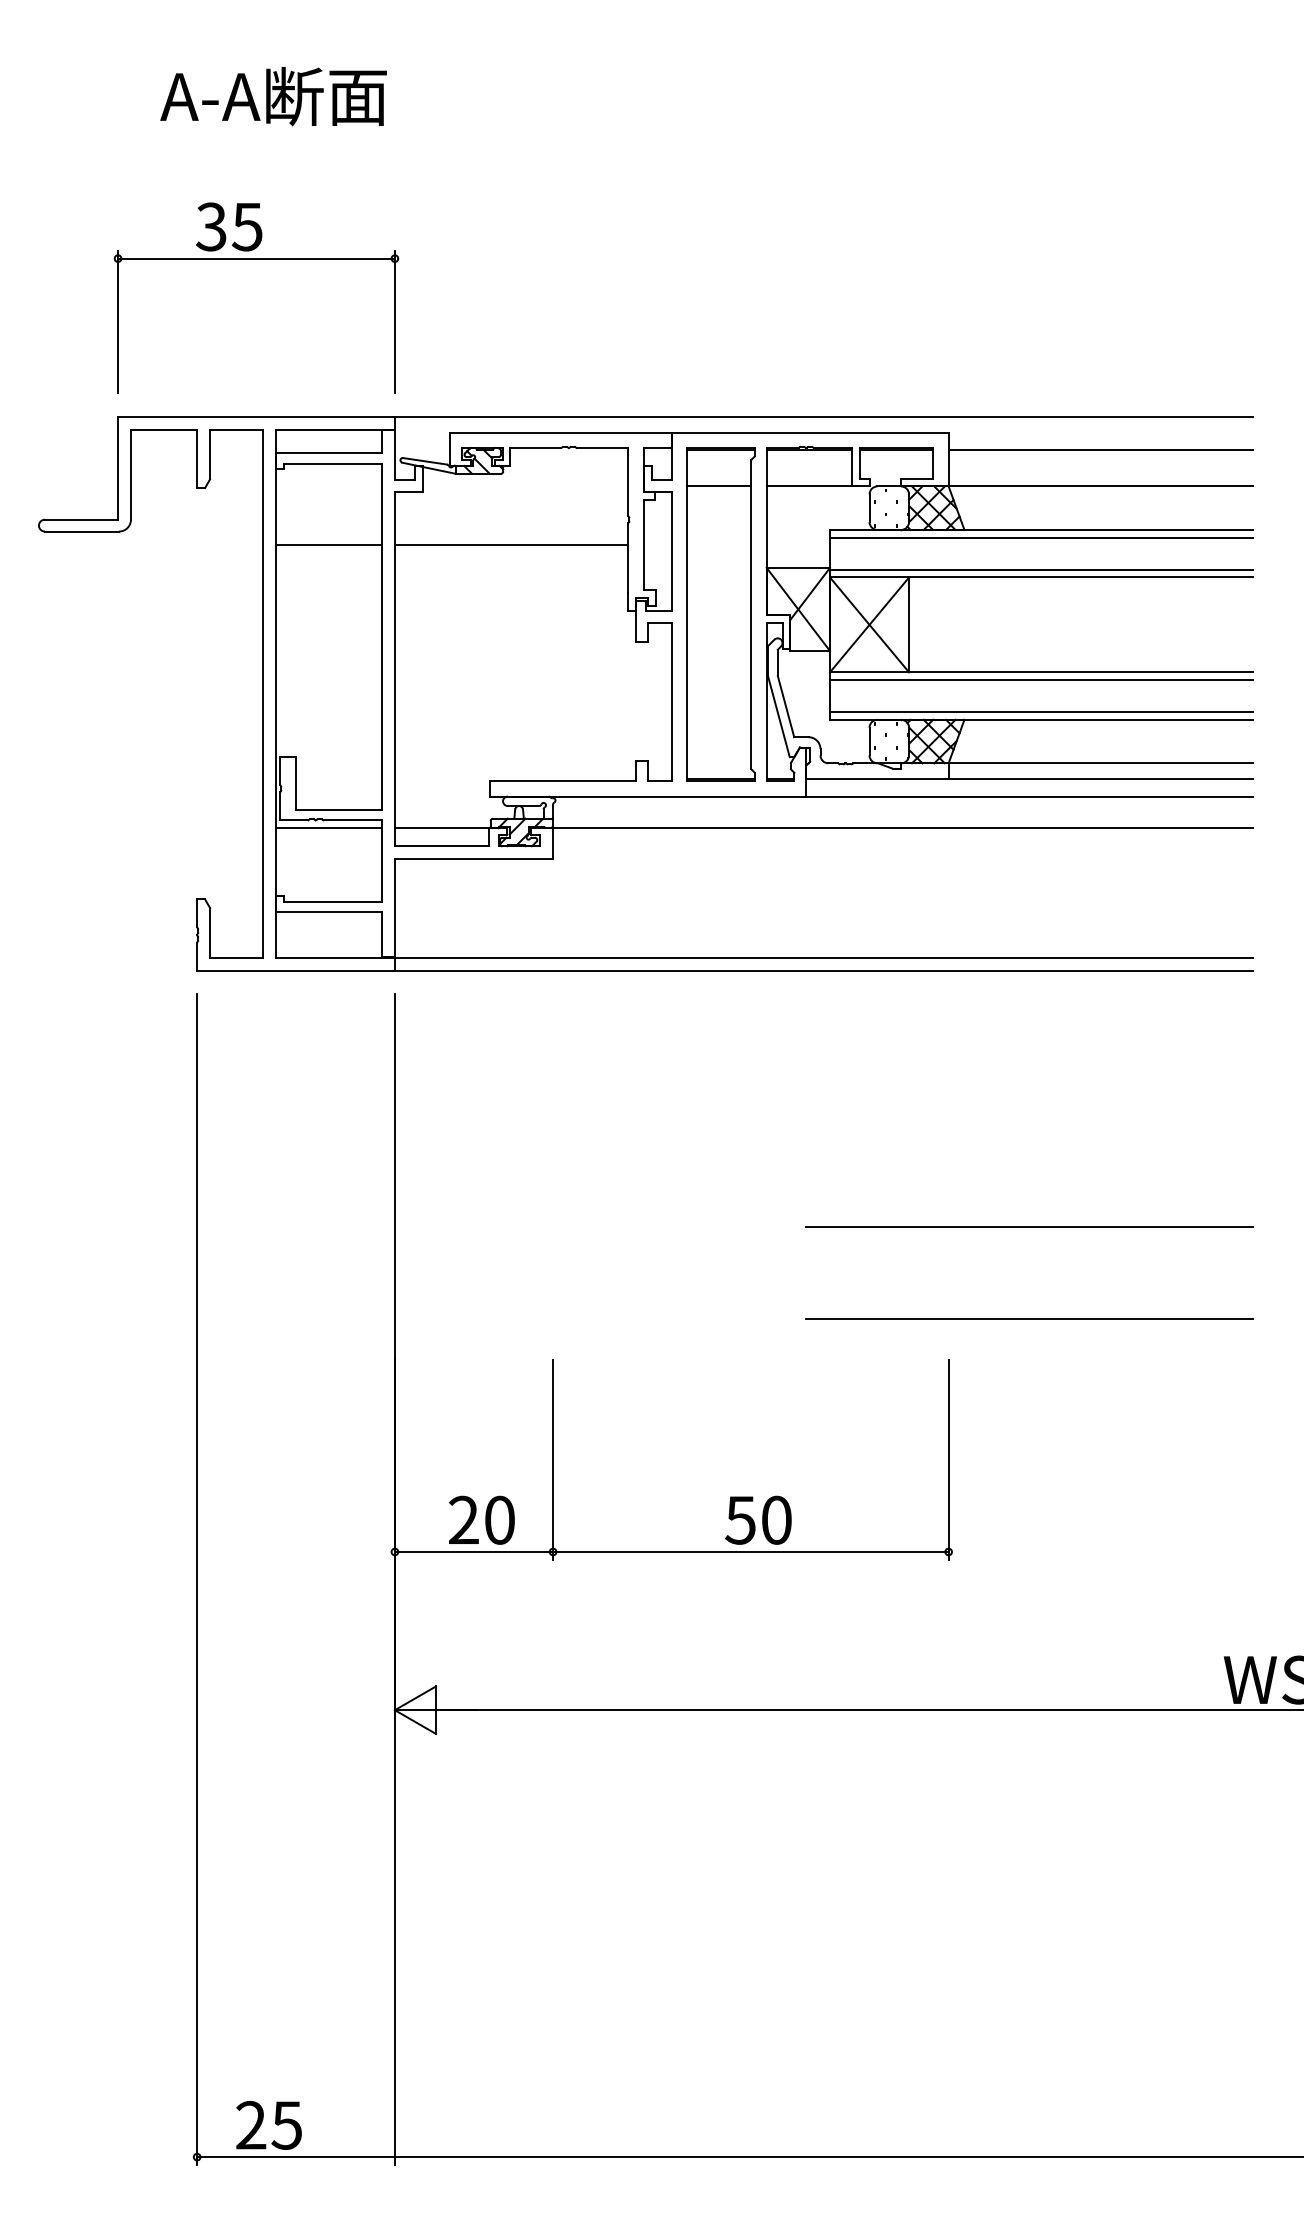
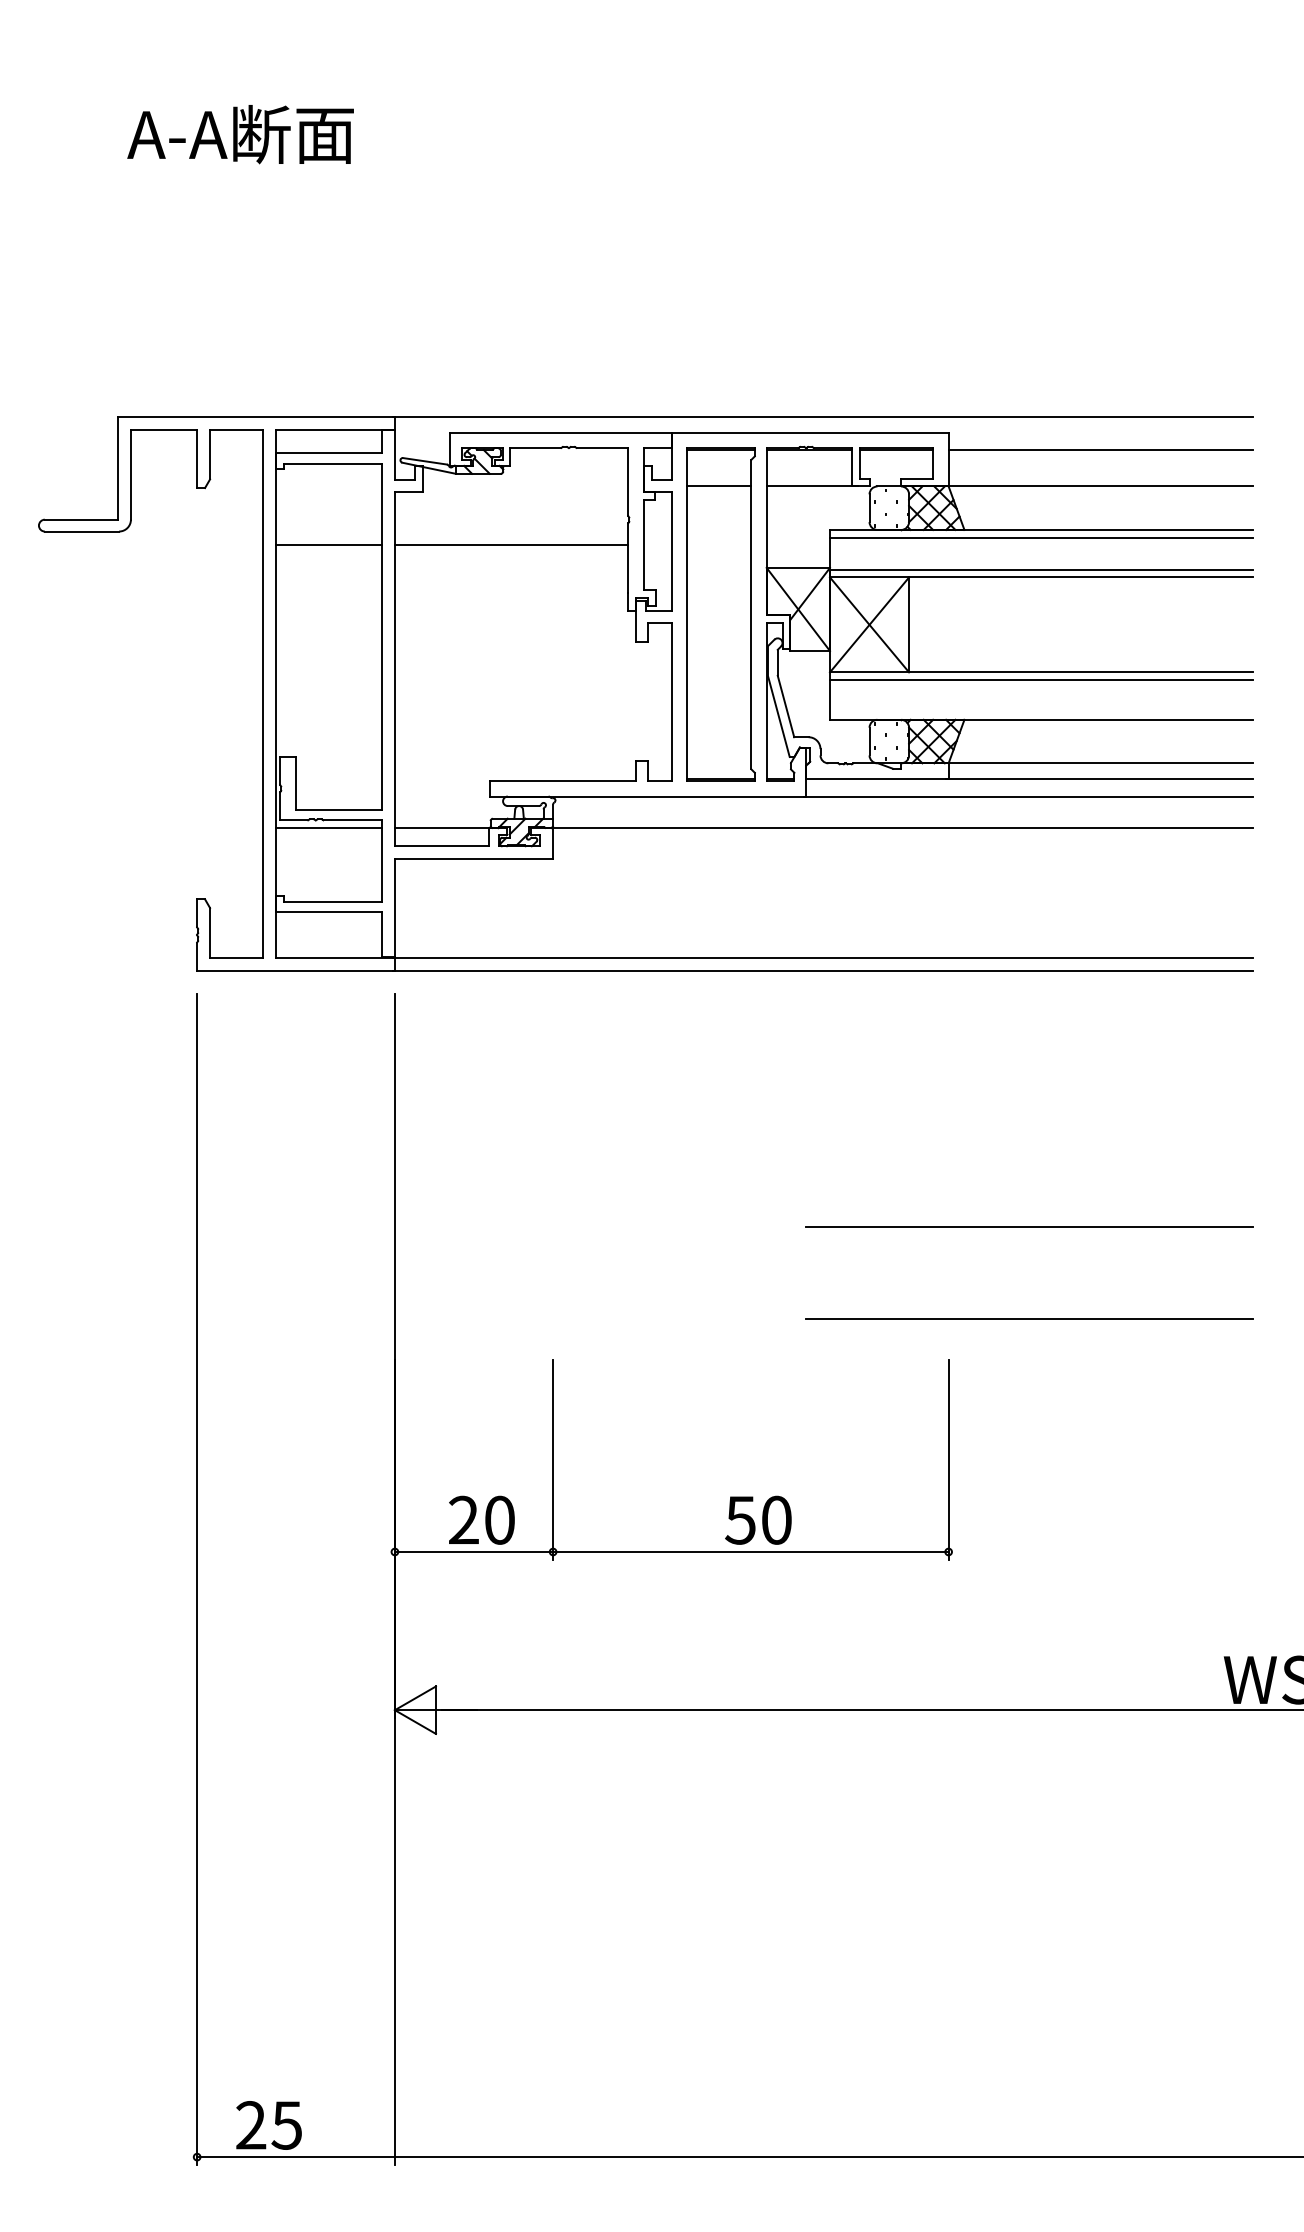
text at (273, 96) position: (273, 96) -> (240, 134)
part at (256, 259): present -> none
line at (1041, 711): present -> none
